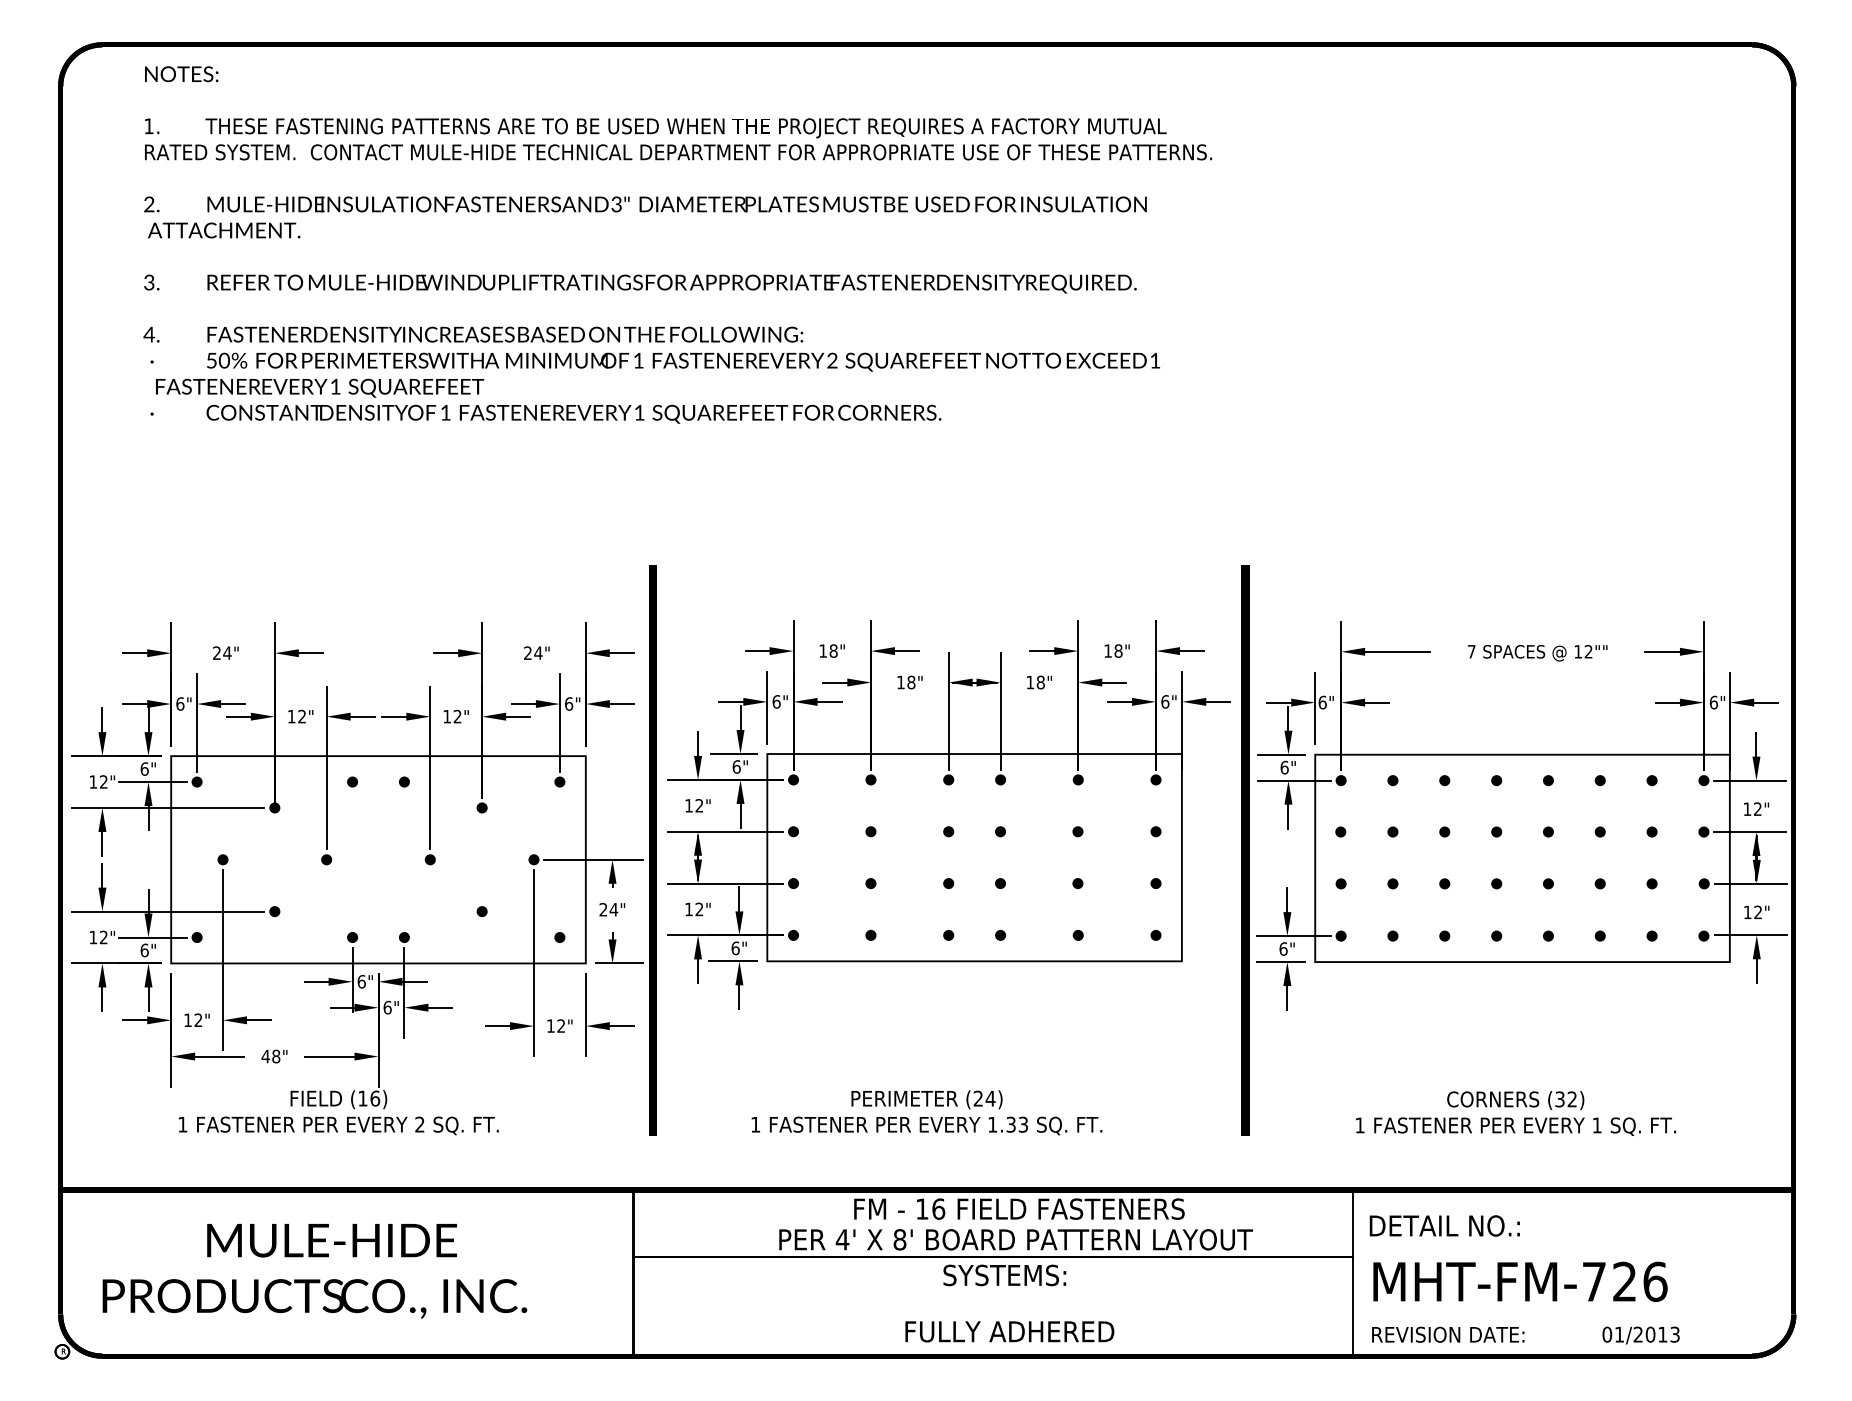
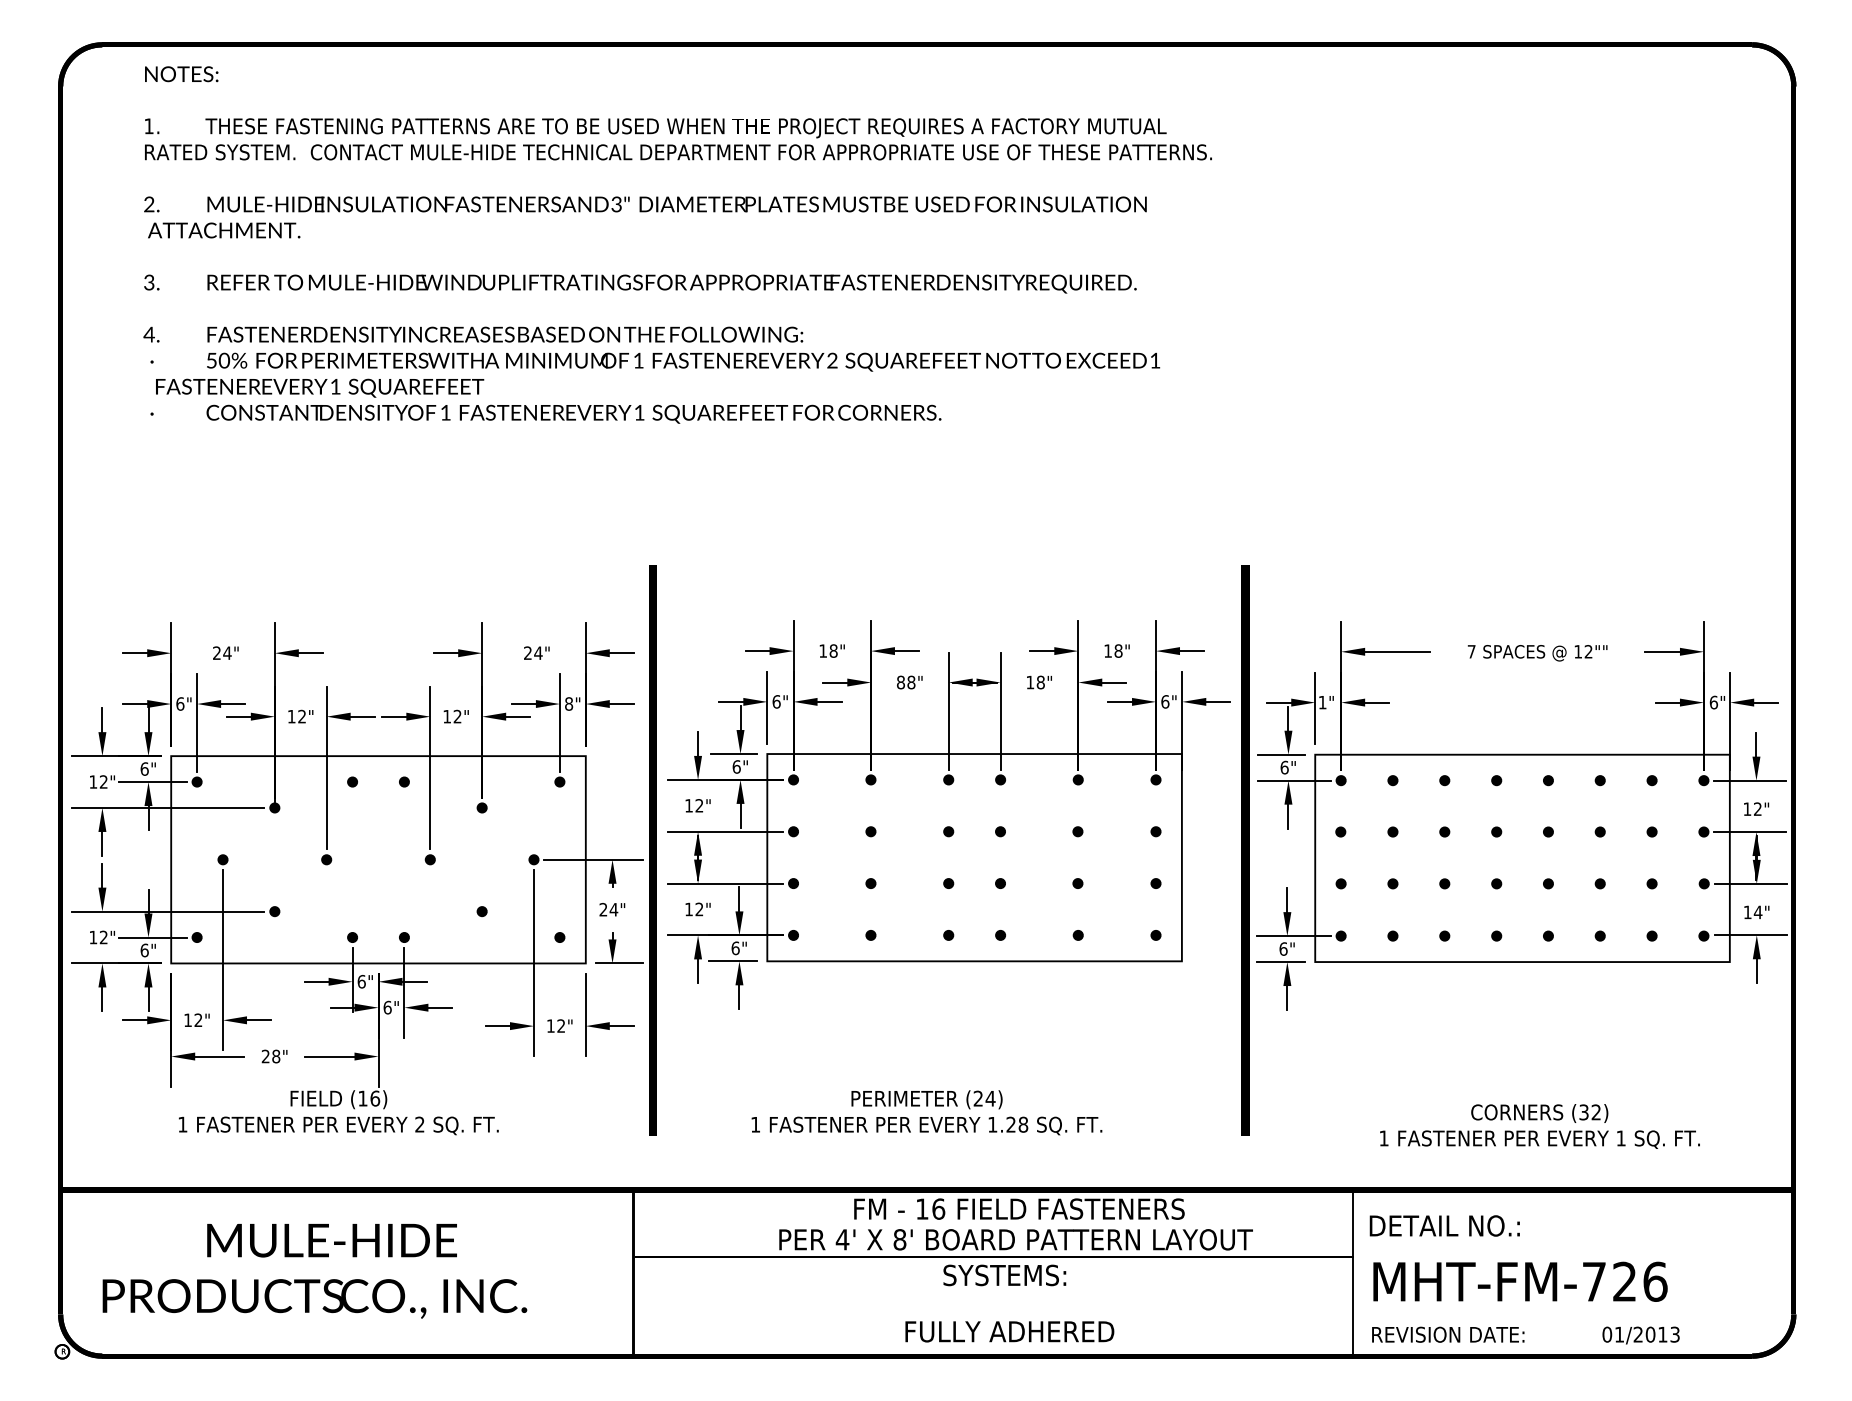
text at (900, 682): 18" -> 88"
text at (1322, 702): 6" -> 1"
text at (569, 703): 6" -> 8"
text at (1757, 912): 12" -> 14"
text at (265, 1056): 48" -> 28"
text at (1515, 1113) position: (1515, 1113) -> (1539, 1126)
text at (1017, 1124): 1.33 -> 1.28
